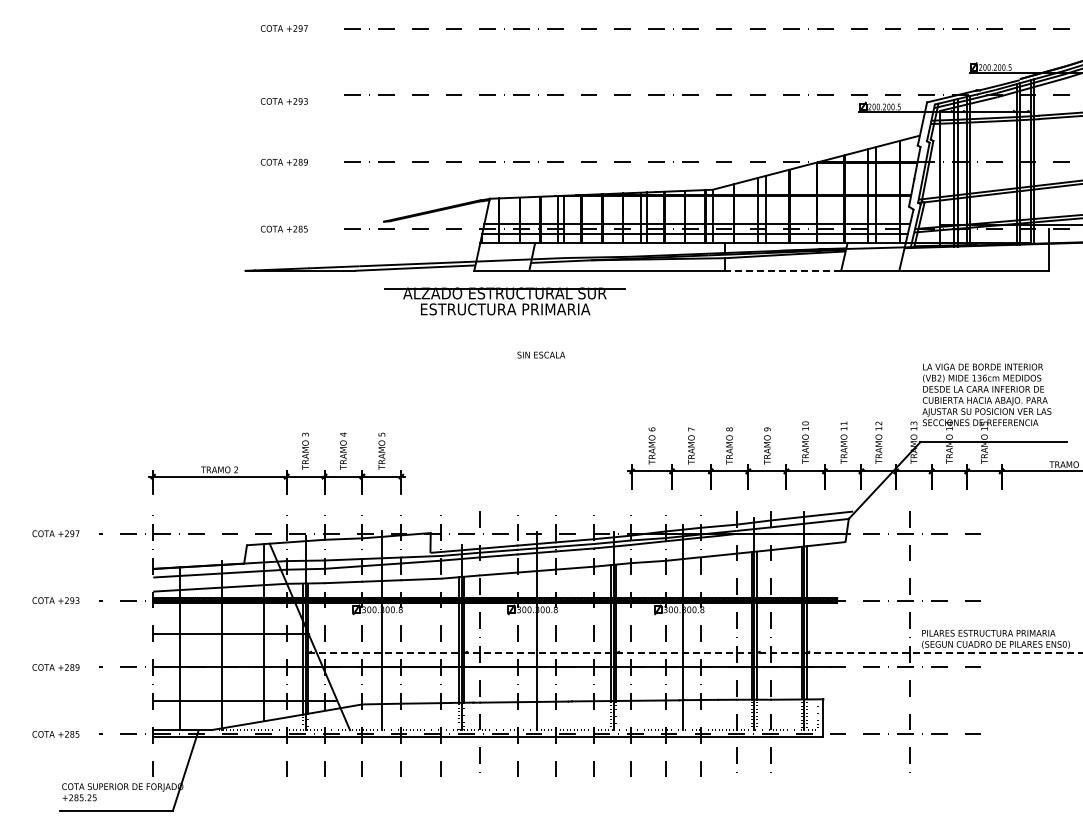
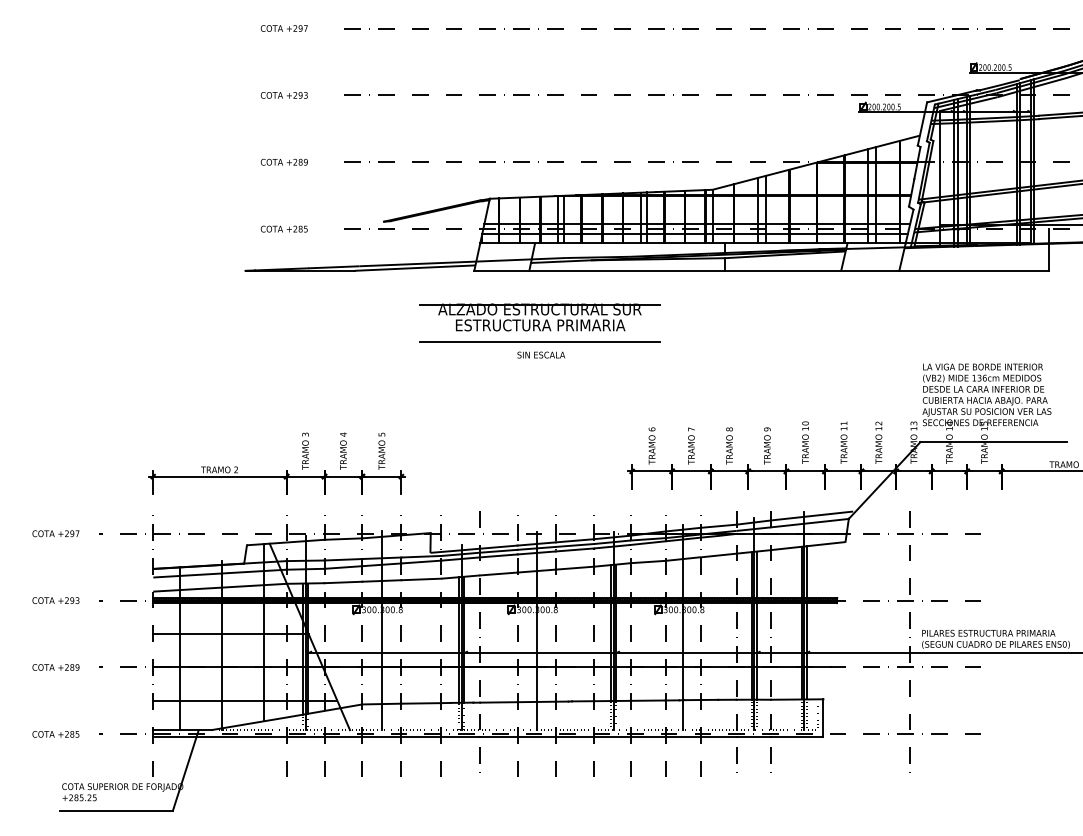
text at (283, 101) position: (283, 101) -> (283, 95)
line at (782, 270): dashed -> solid
part at (504, 301) position: (504, 301) -> (539, 317)
line at (539, 341): none -> present
line at (694, 653): dashed -> solid
